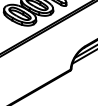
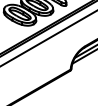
line at (48, 38): none -> present
